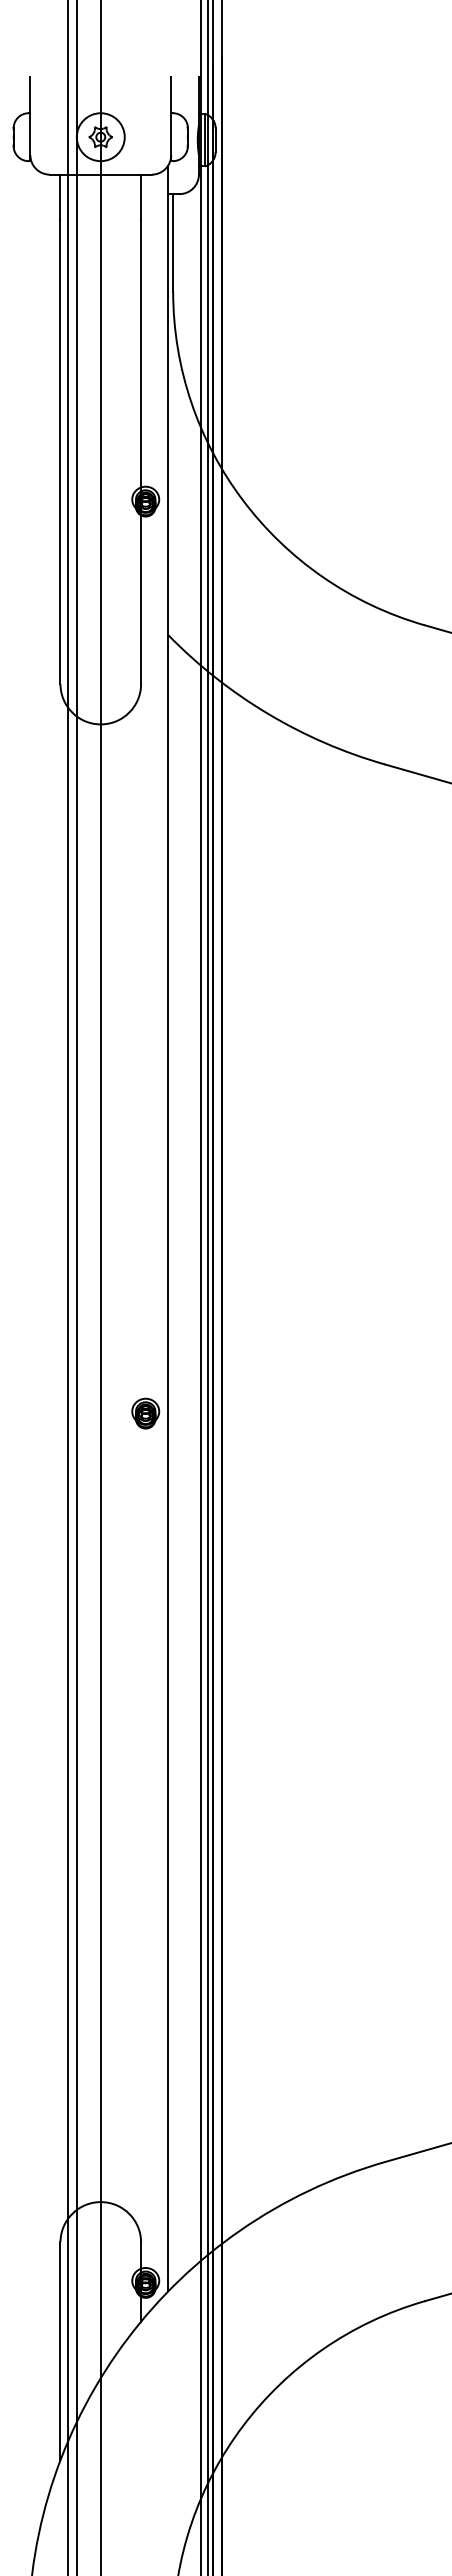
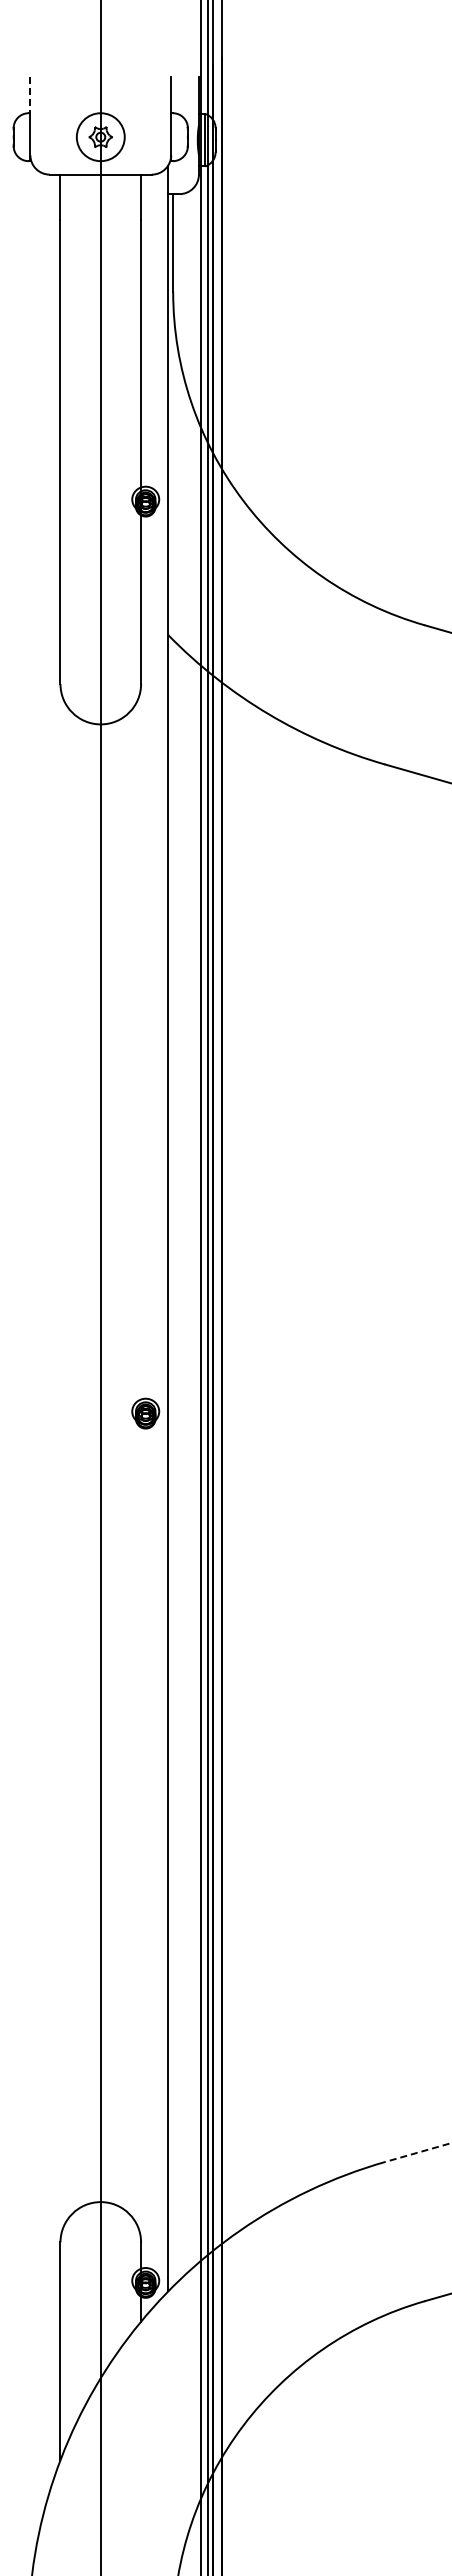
line at (30, 95): solid -> dashed
line at (67, 1287): present -> none
line at (76, 1287): present -> none
line at (418, 2152): solid -> dashed
